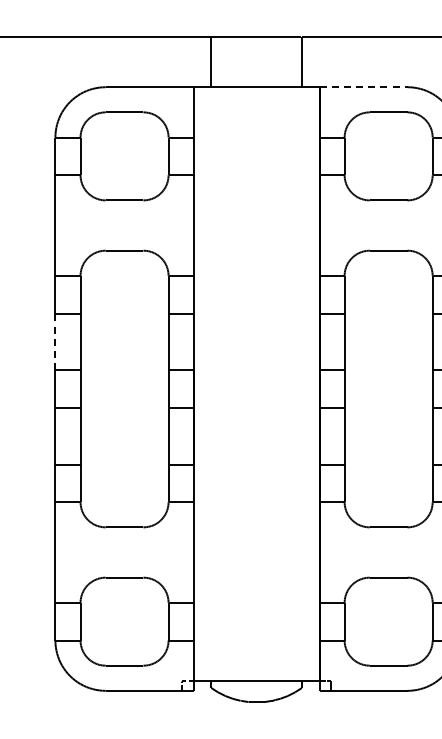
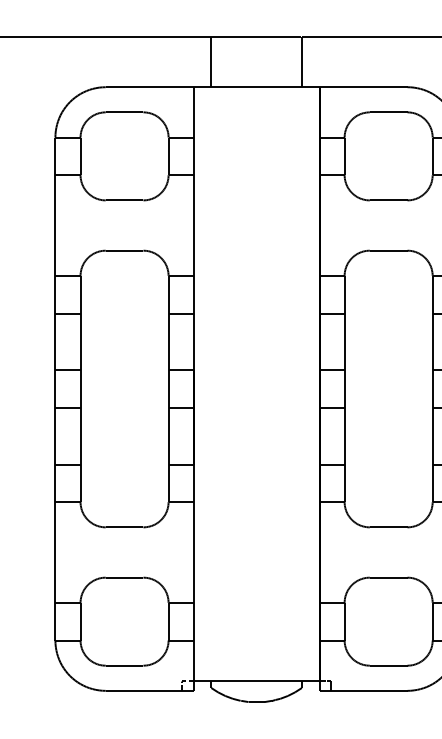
line at (363, 87): dashed -> solid
line at (55, 341): dashed -> solid
